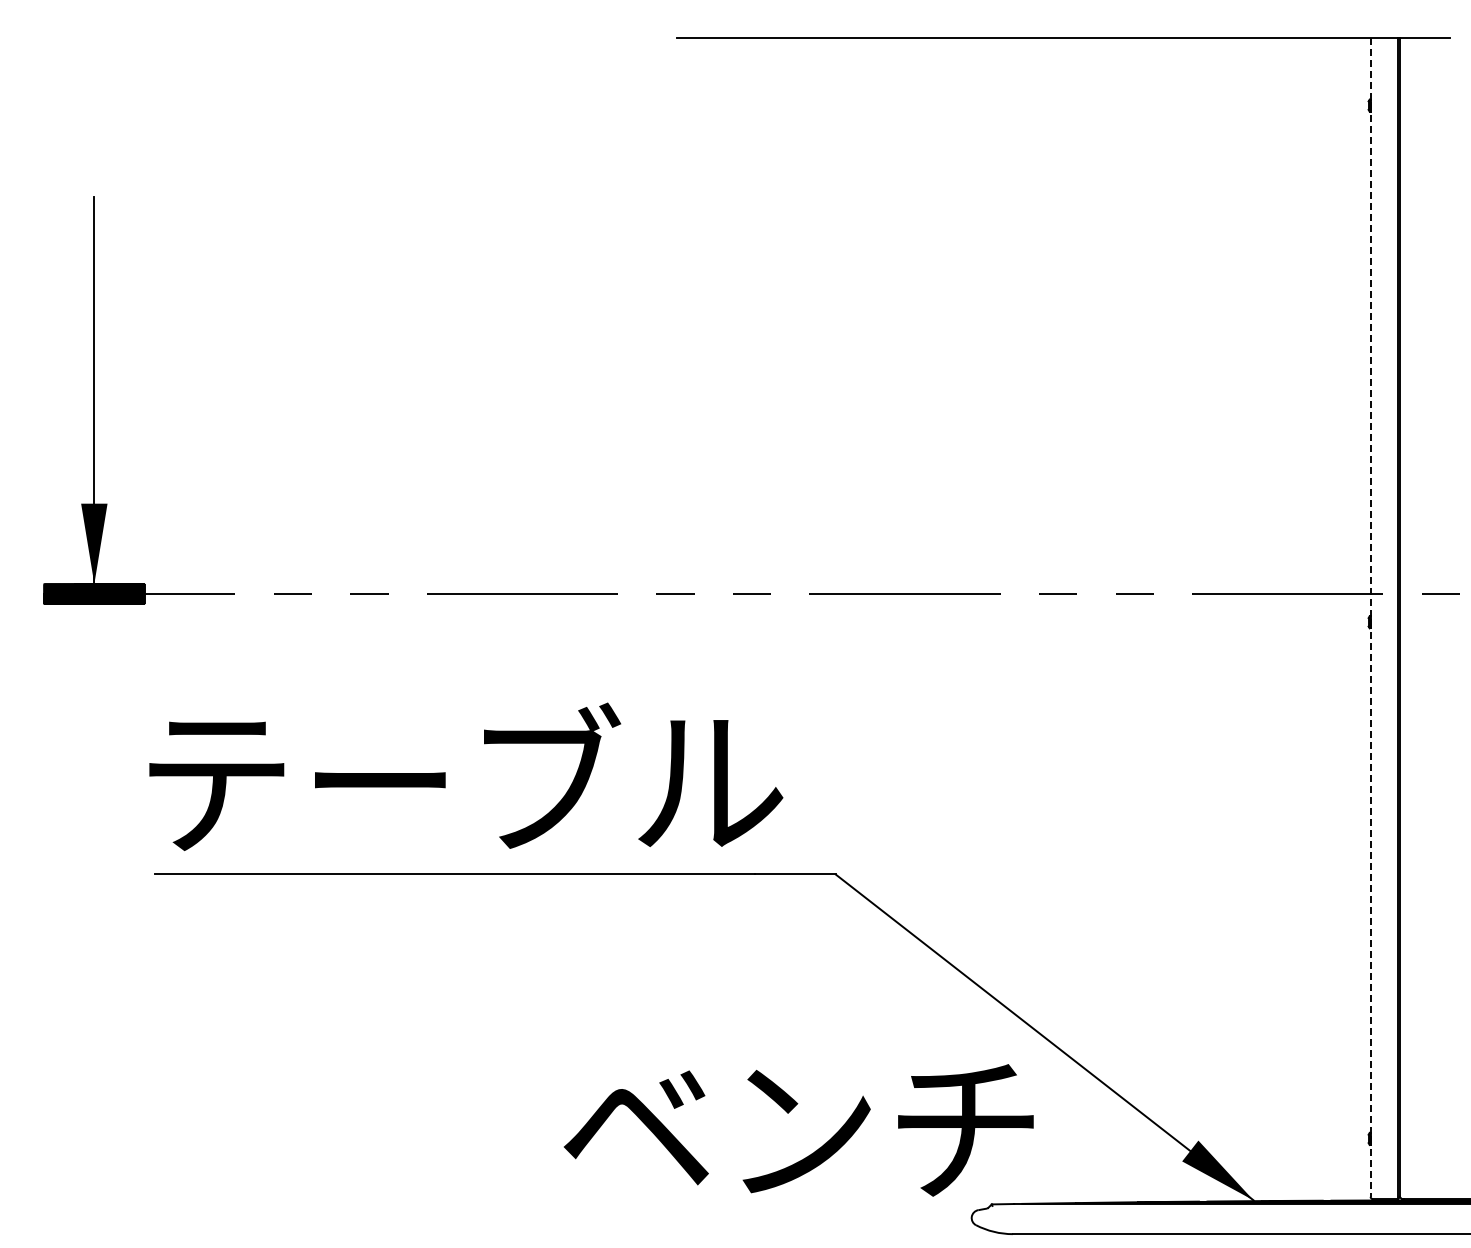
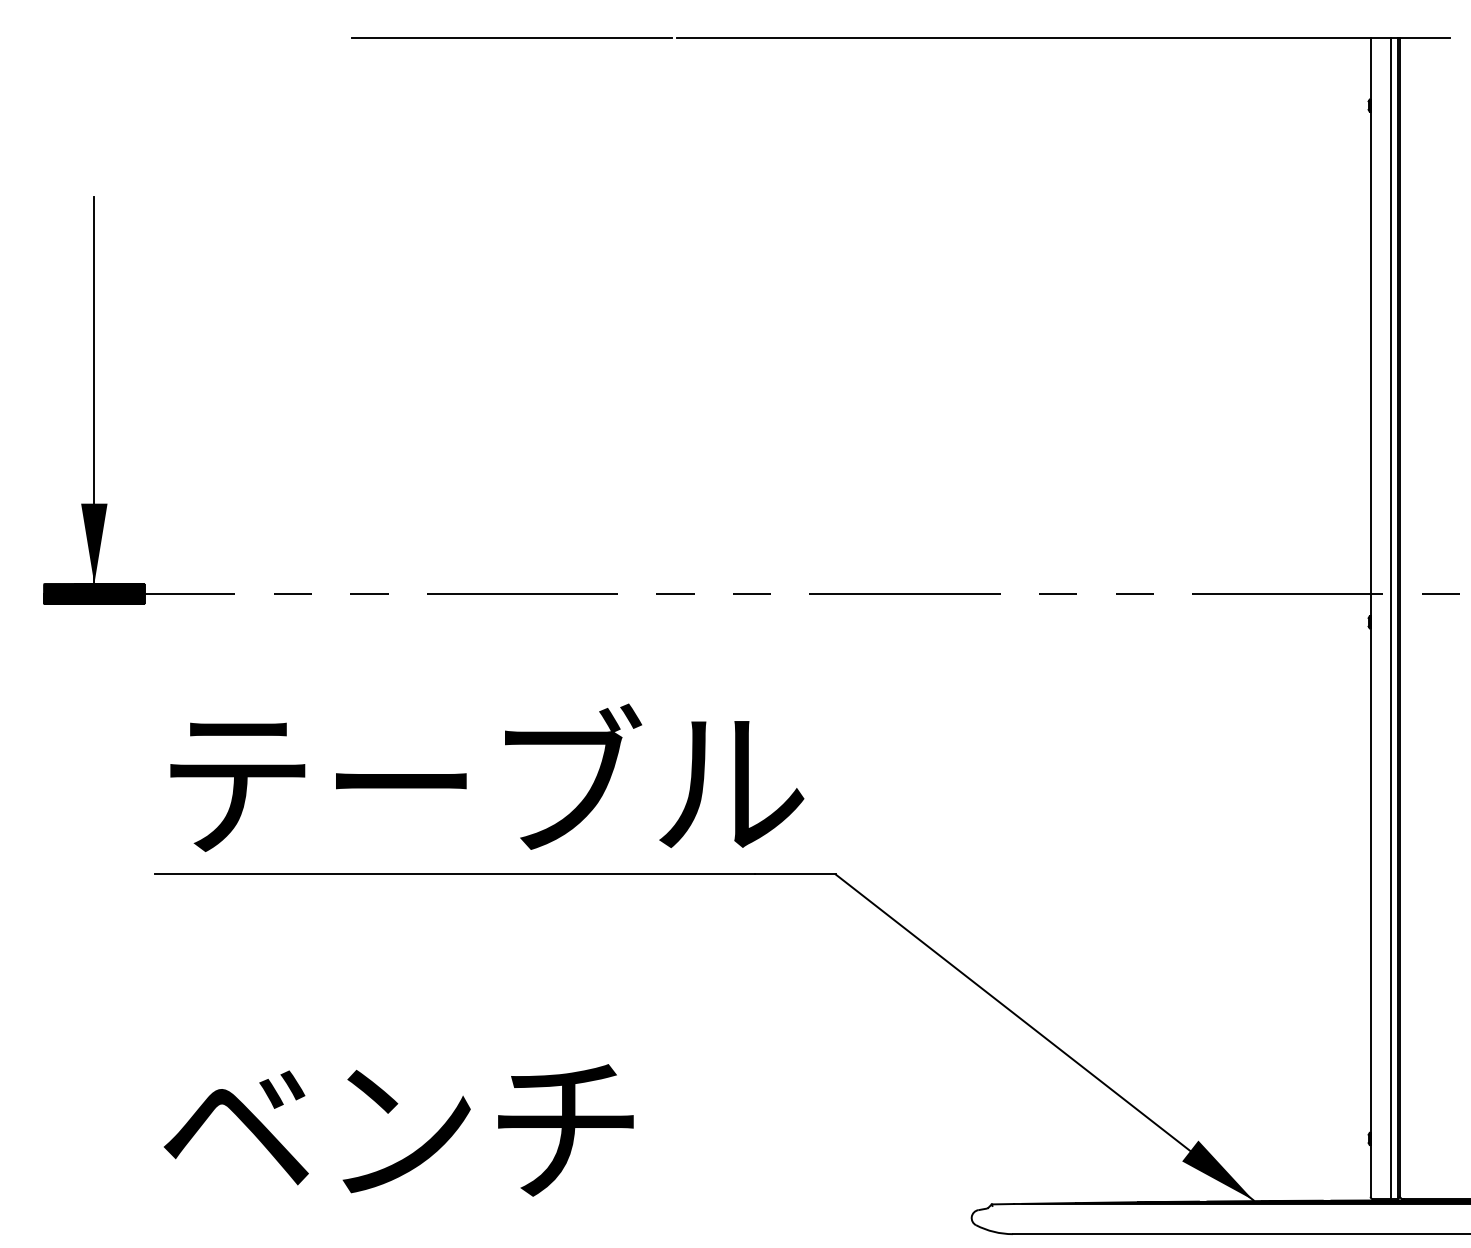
line at (511, 37): none -> present
line at (1370, 617): dashed -> solid
line at (1390, 618): none -> present
text at (466, 776) position: (466, 776) -> (487, 777)
text at (798, 1130) position: (798, 1130) -> (398, 1130)
